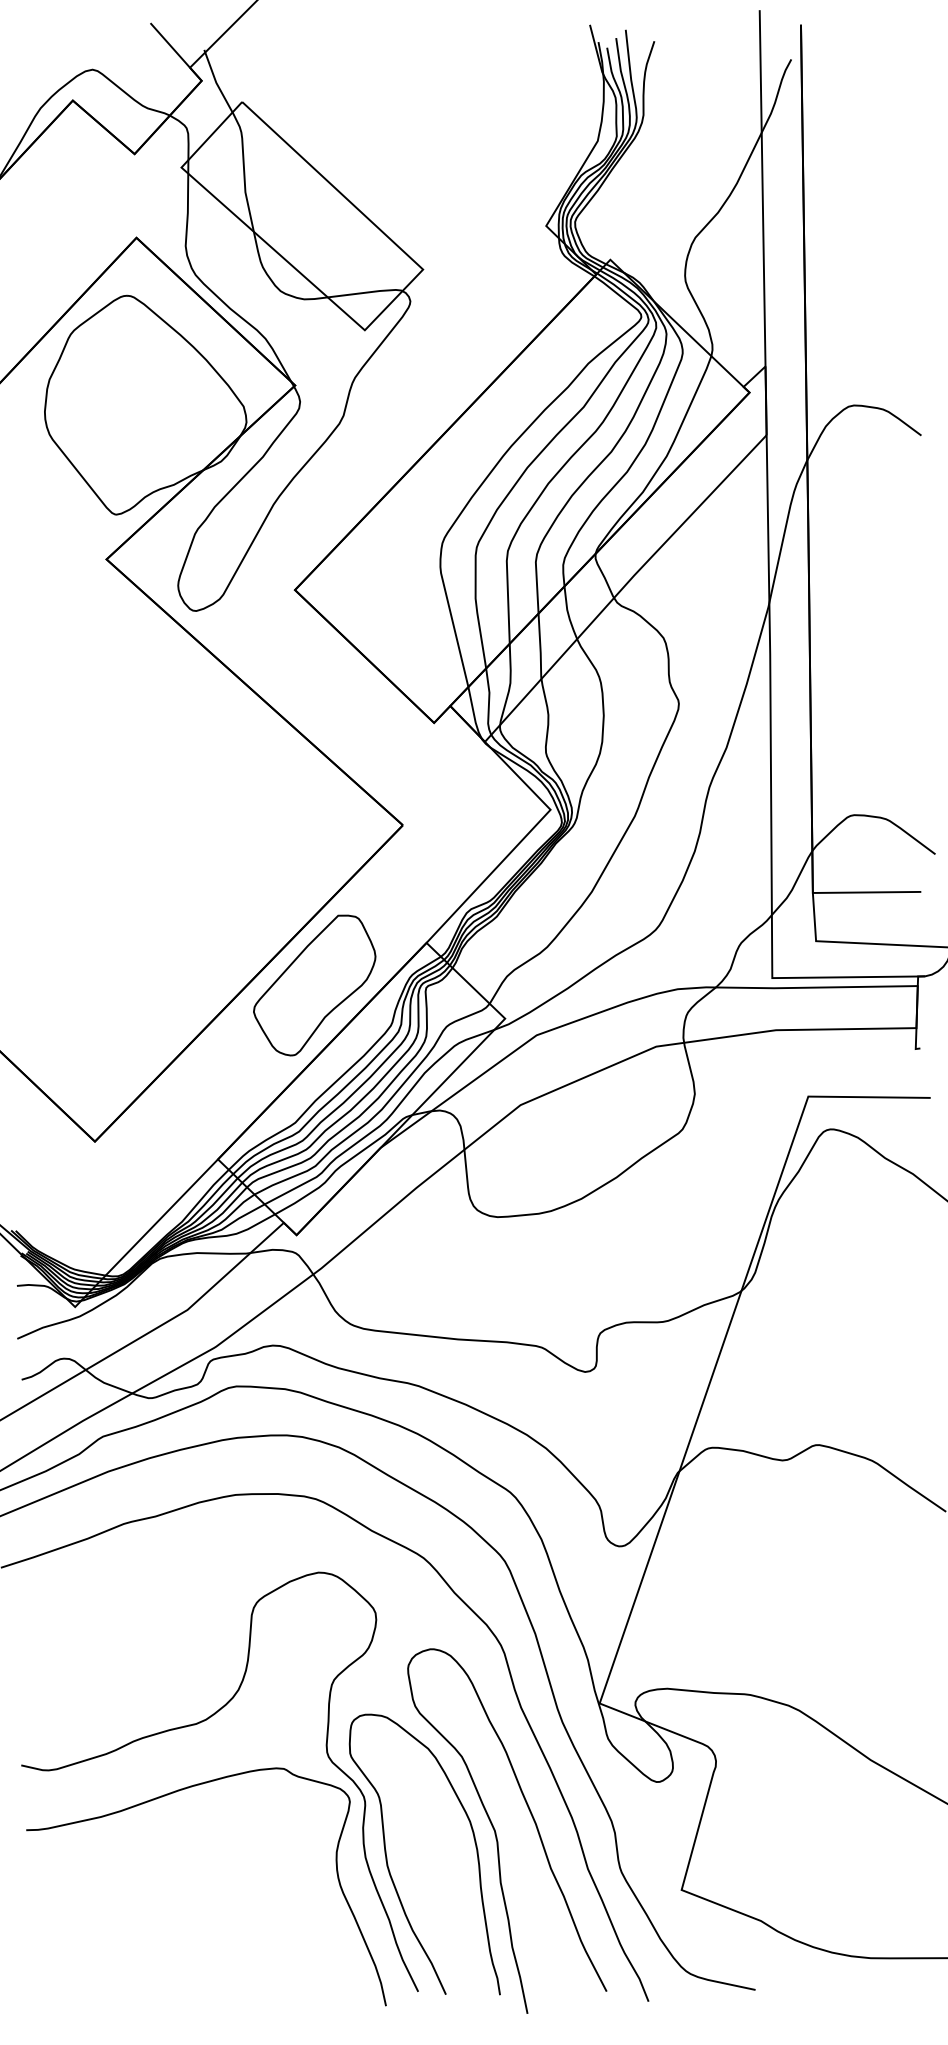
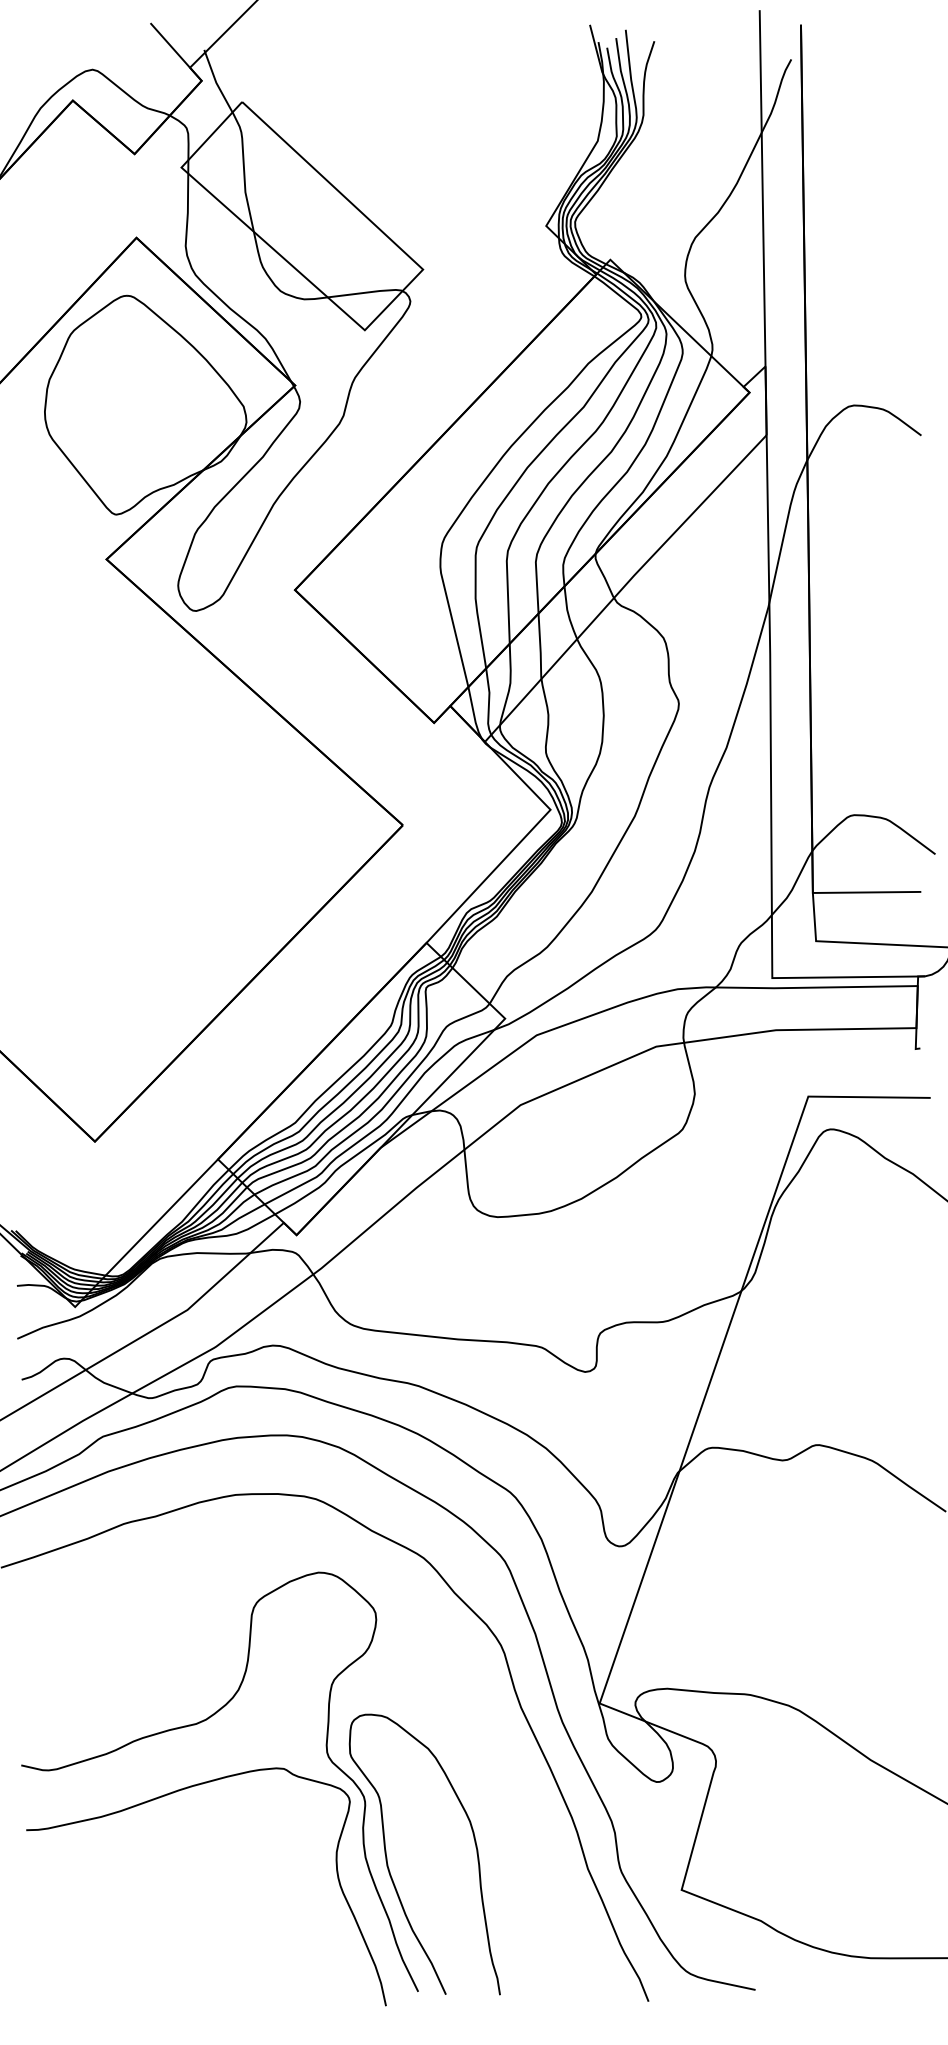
part at (314, 985): present -> none
curve at (496, 1832): present -> none
